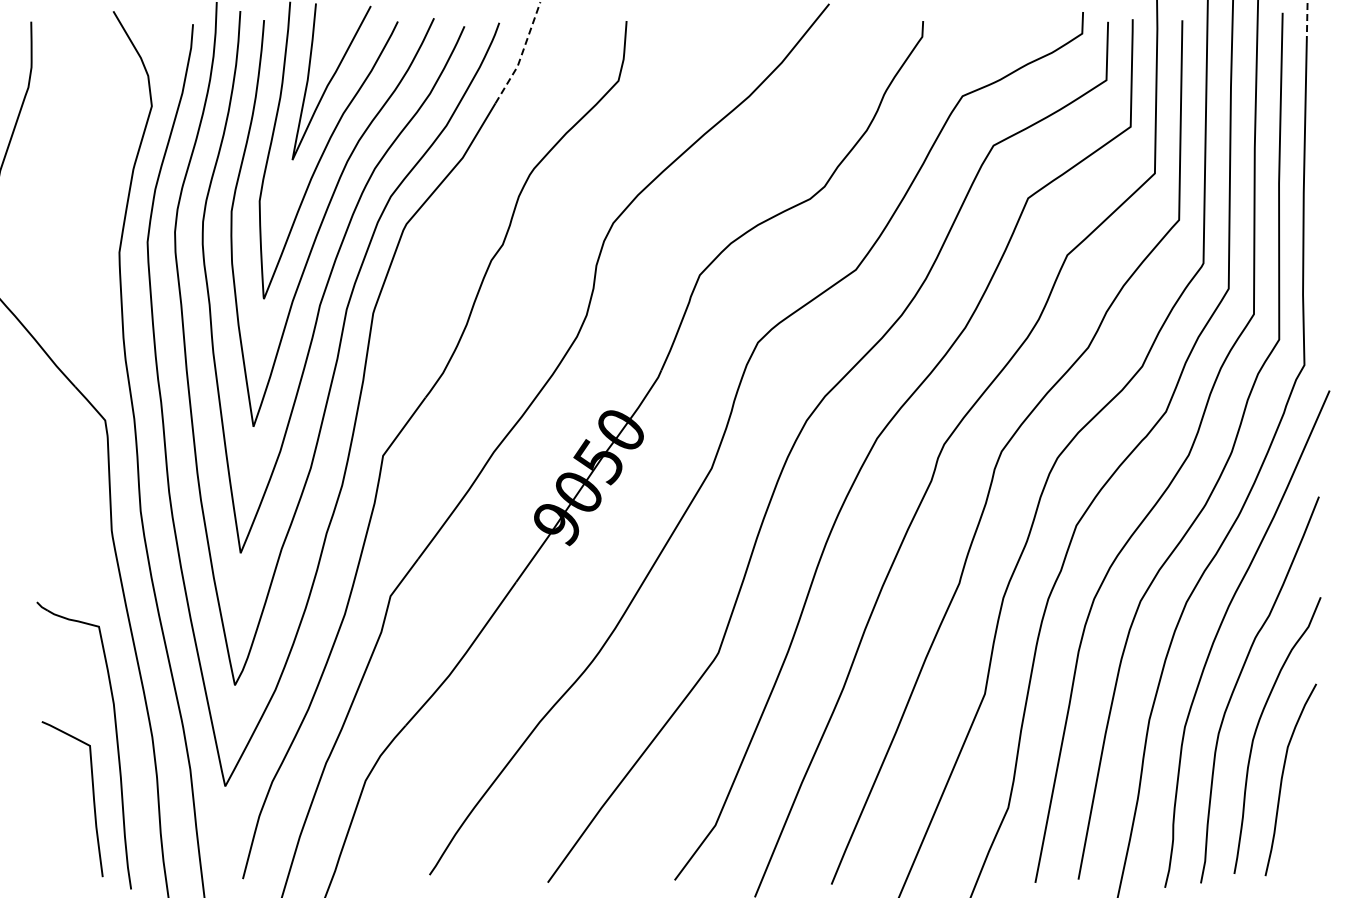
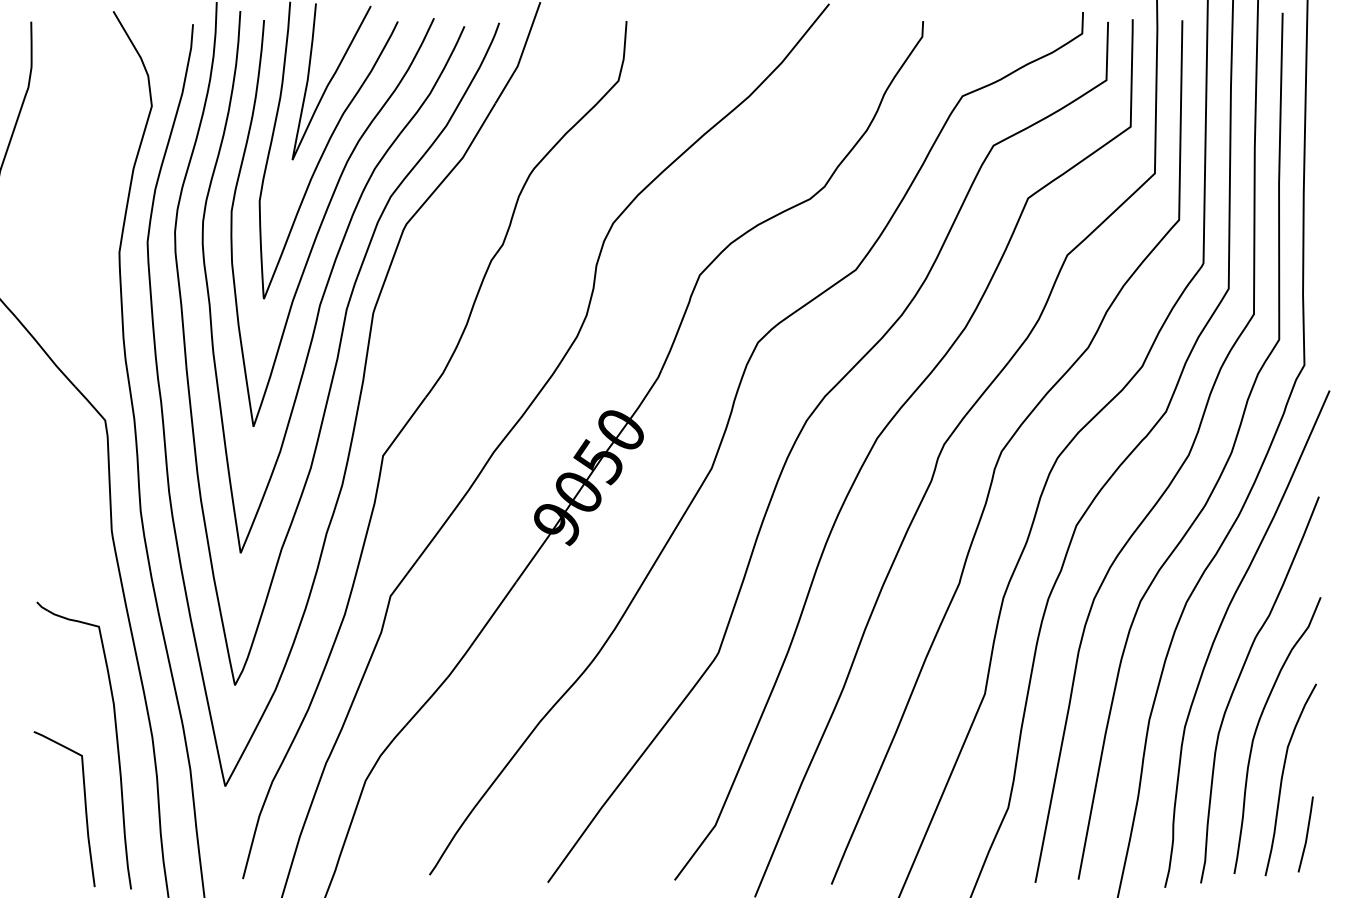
line at (1307, 21): dashed -> solid
line at (521, 54): dashed -> solid
curve at (92, 796) position: (92, 796) -> (84, 806)
line at (1306, 834): none -> present
